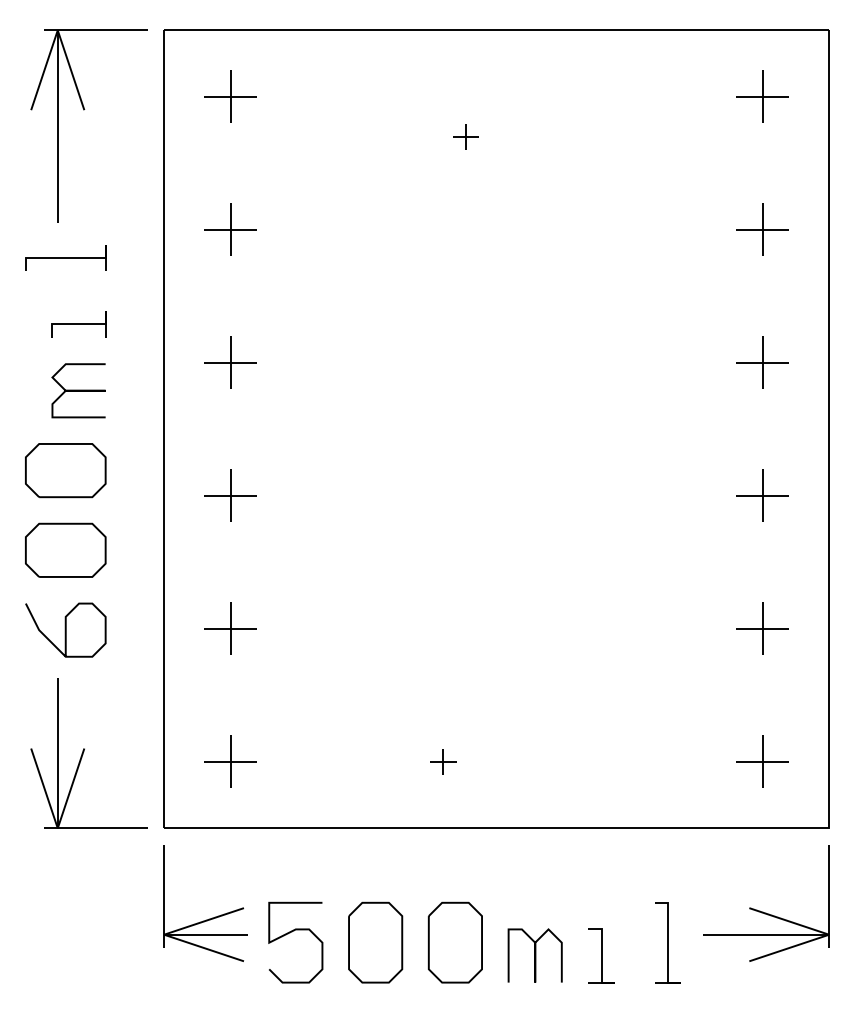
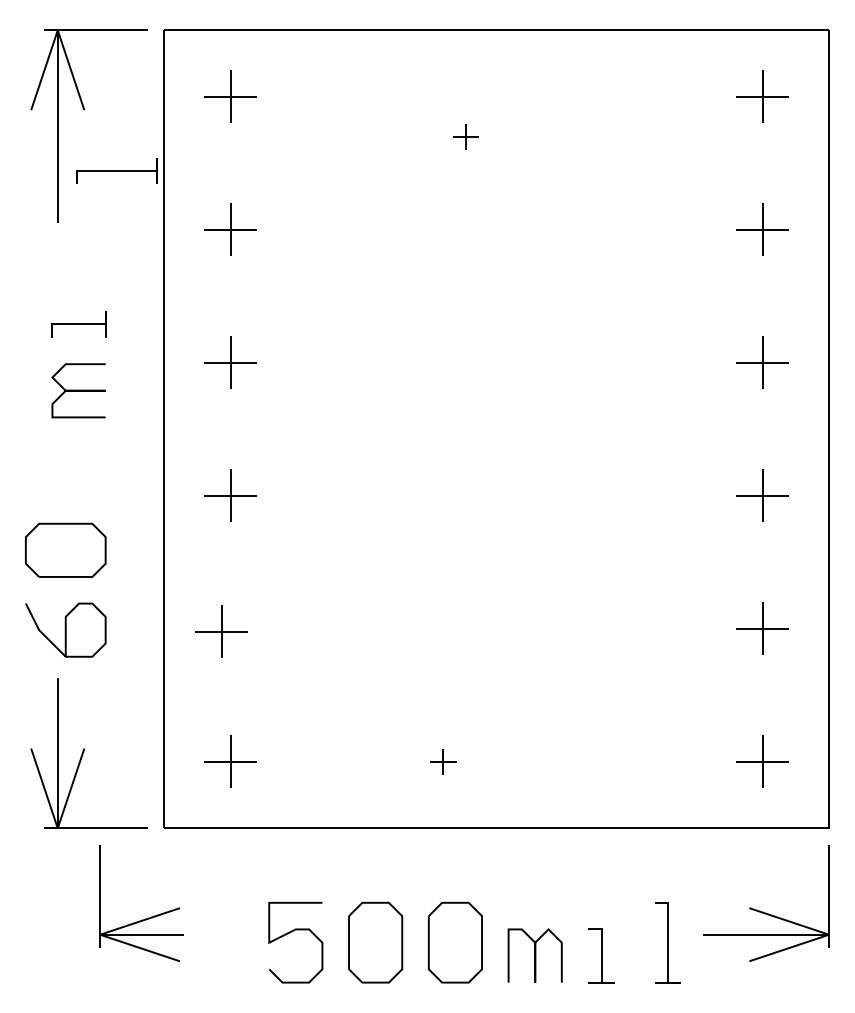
line at (65, 257) position: (65, 257) -> (116, 170)
part at (65, 470): present -> none
part at (230, 628) position: (230, 628) -> (221, 631)
part at (209, 918) position: (209, 918) -> (145, 918)
